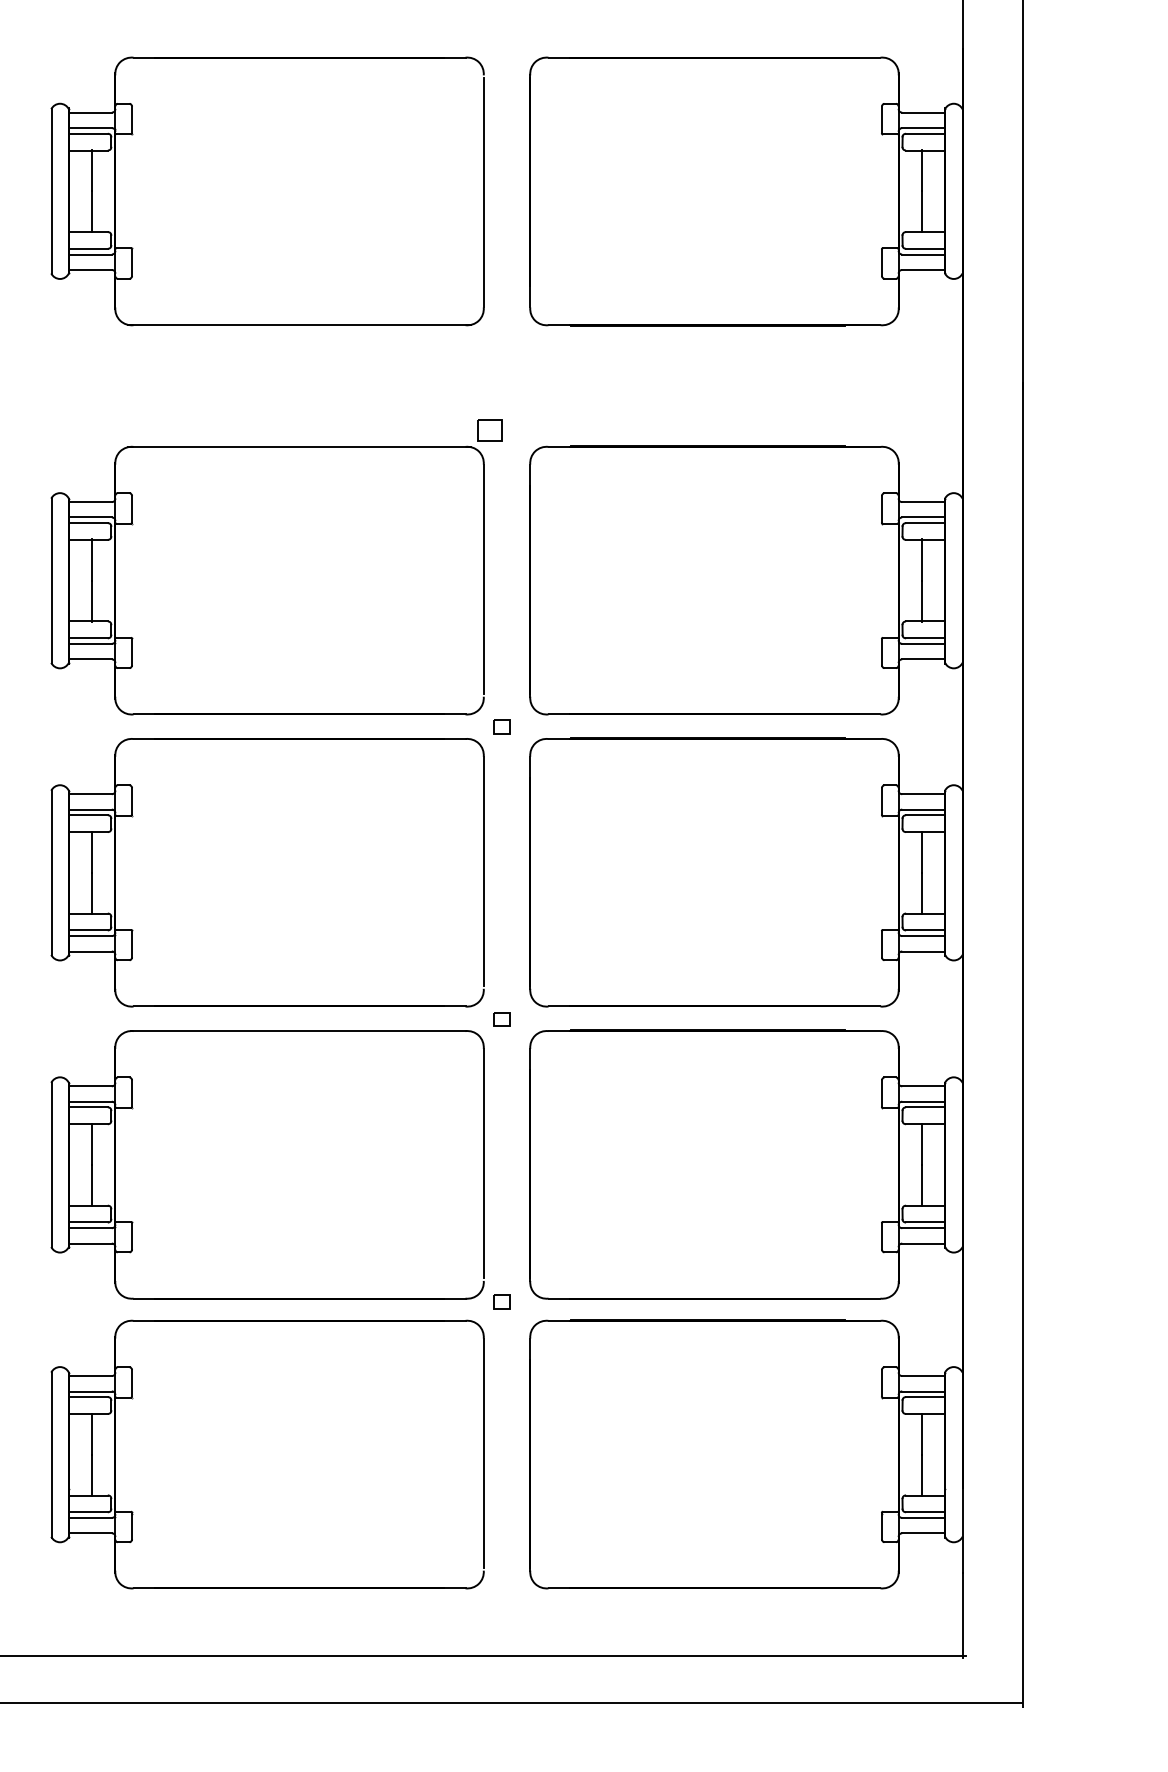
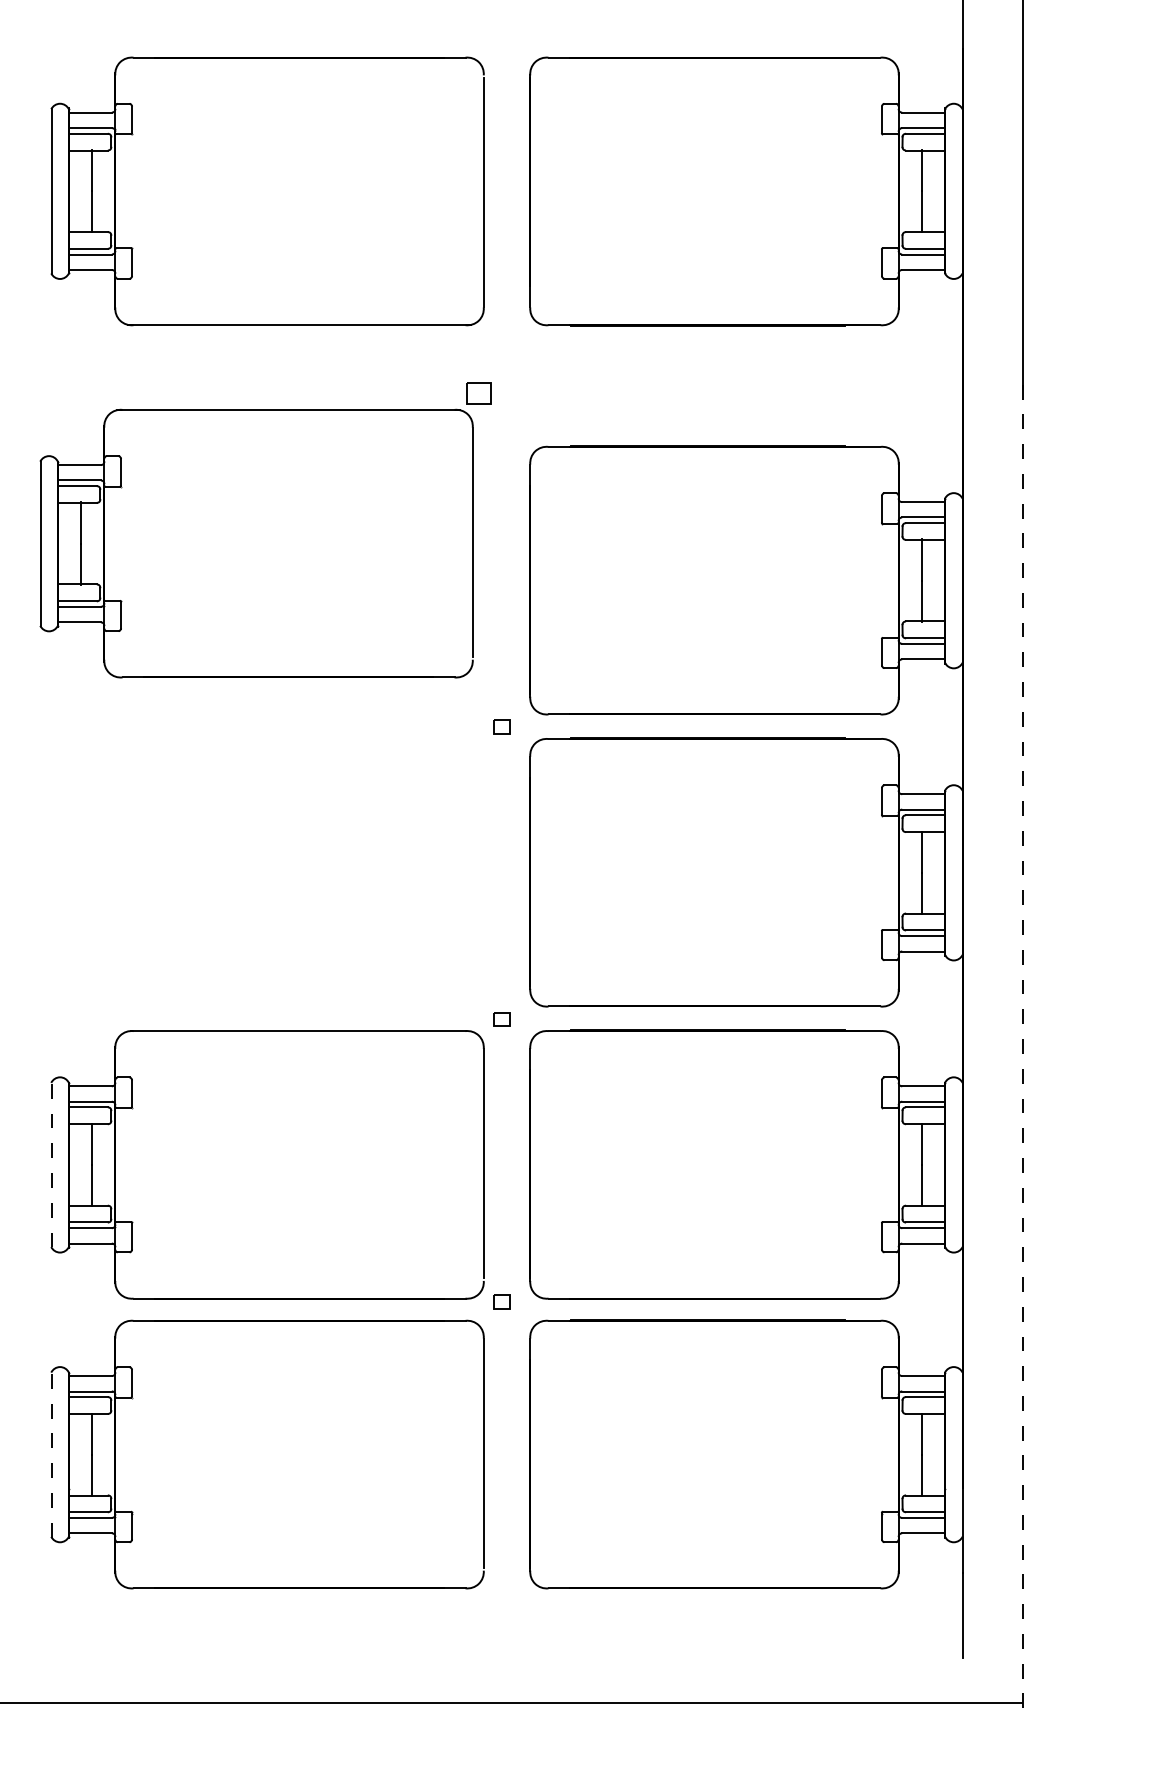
part at (276, 447) position: (276, 447) -> (265, 410)
part at (267, 739): present -> none
line at (1022, 1044): solid -> dashed
line at (51, 1164): solid -> dashed
line at (51, 1454): solid -> dashed
line at (483, 1655): present -> none
